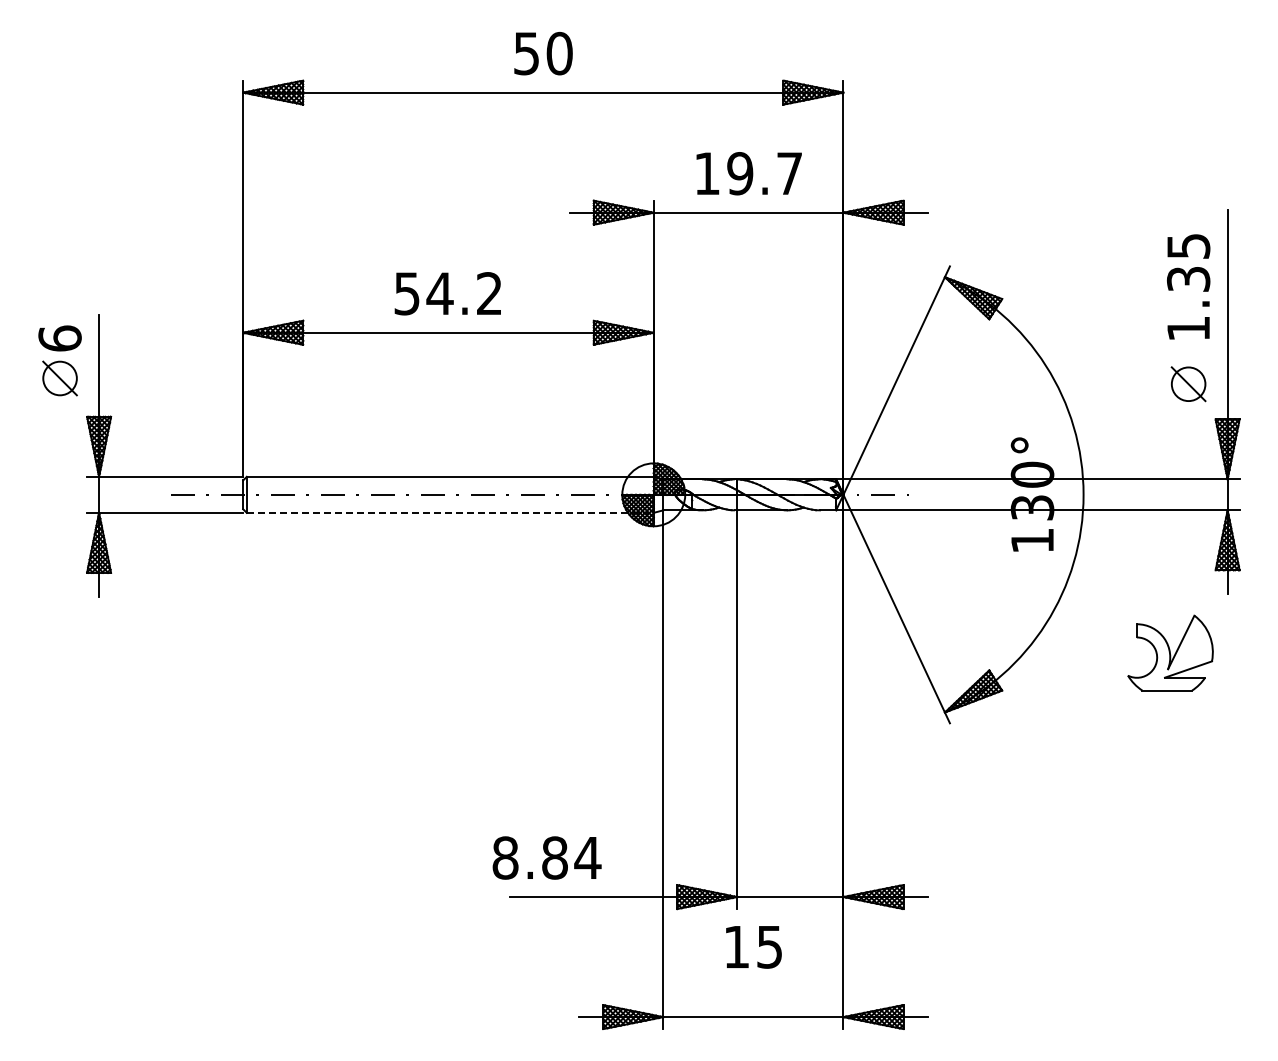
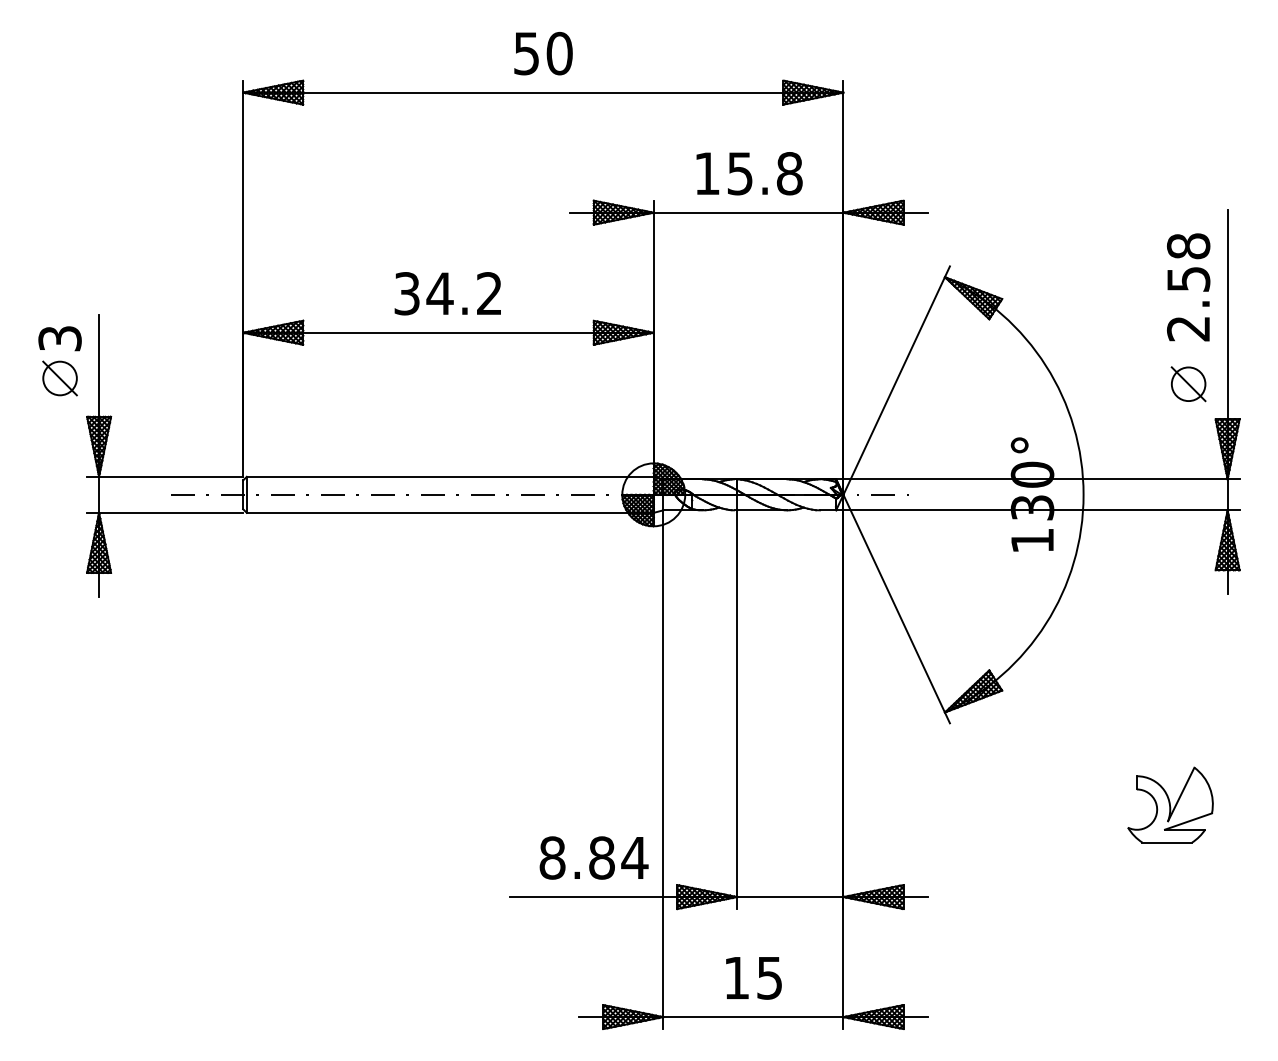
text at (764, 173): 19.7 -> 15.8
text at (1188, 287): 1.35 -> 2.58
text at (407, 293): 54.2 -> 34.2
text at (59, 338): 6 -> 3
line at (450, 512): dashed -> solid
part at (1170, 652) position: (1170, 652) -> (1170, 804)
text at (546, 857) position: (546, 857) -> (593, 857)
text at (753, 947) position: (753, 947) -> (753, 978)
